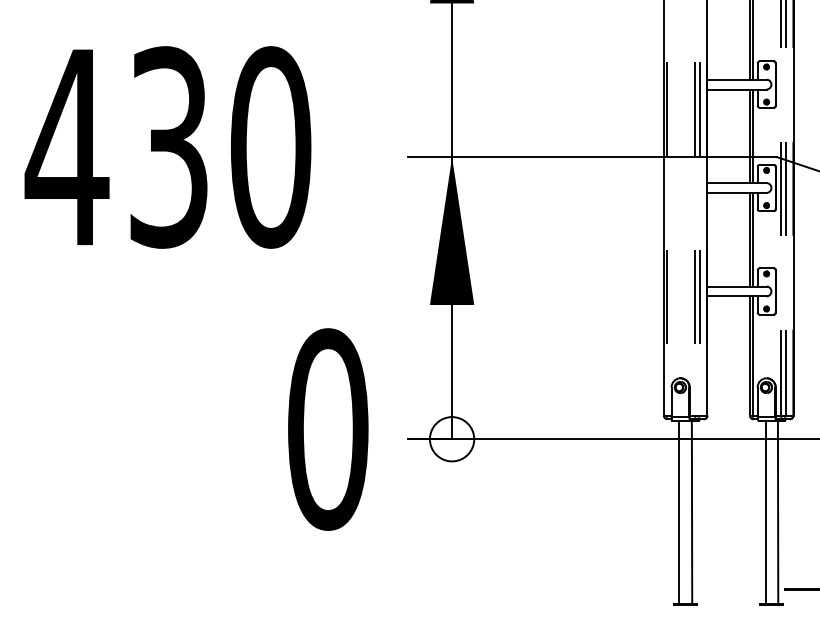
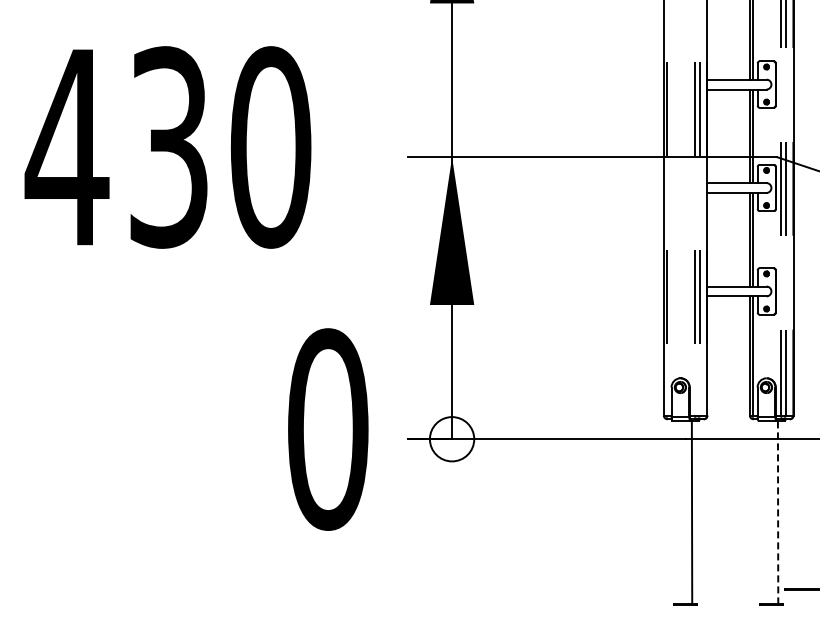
line at (679, 512): present -> none
line at (765, 512): present -> none
line at (778, 512): solid -> dashed
